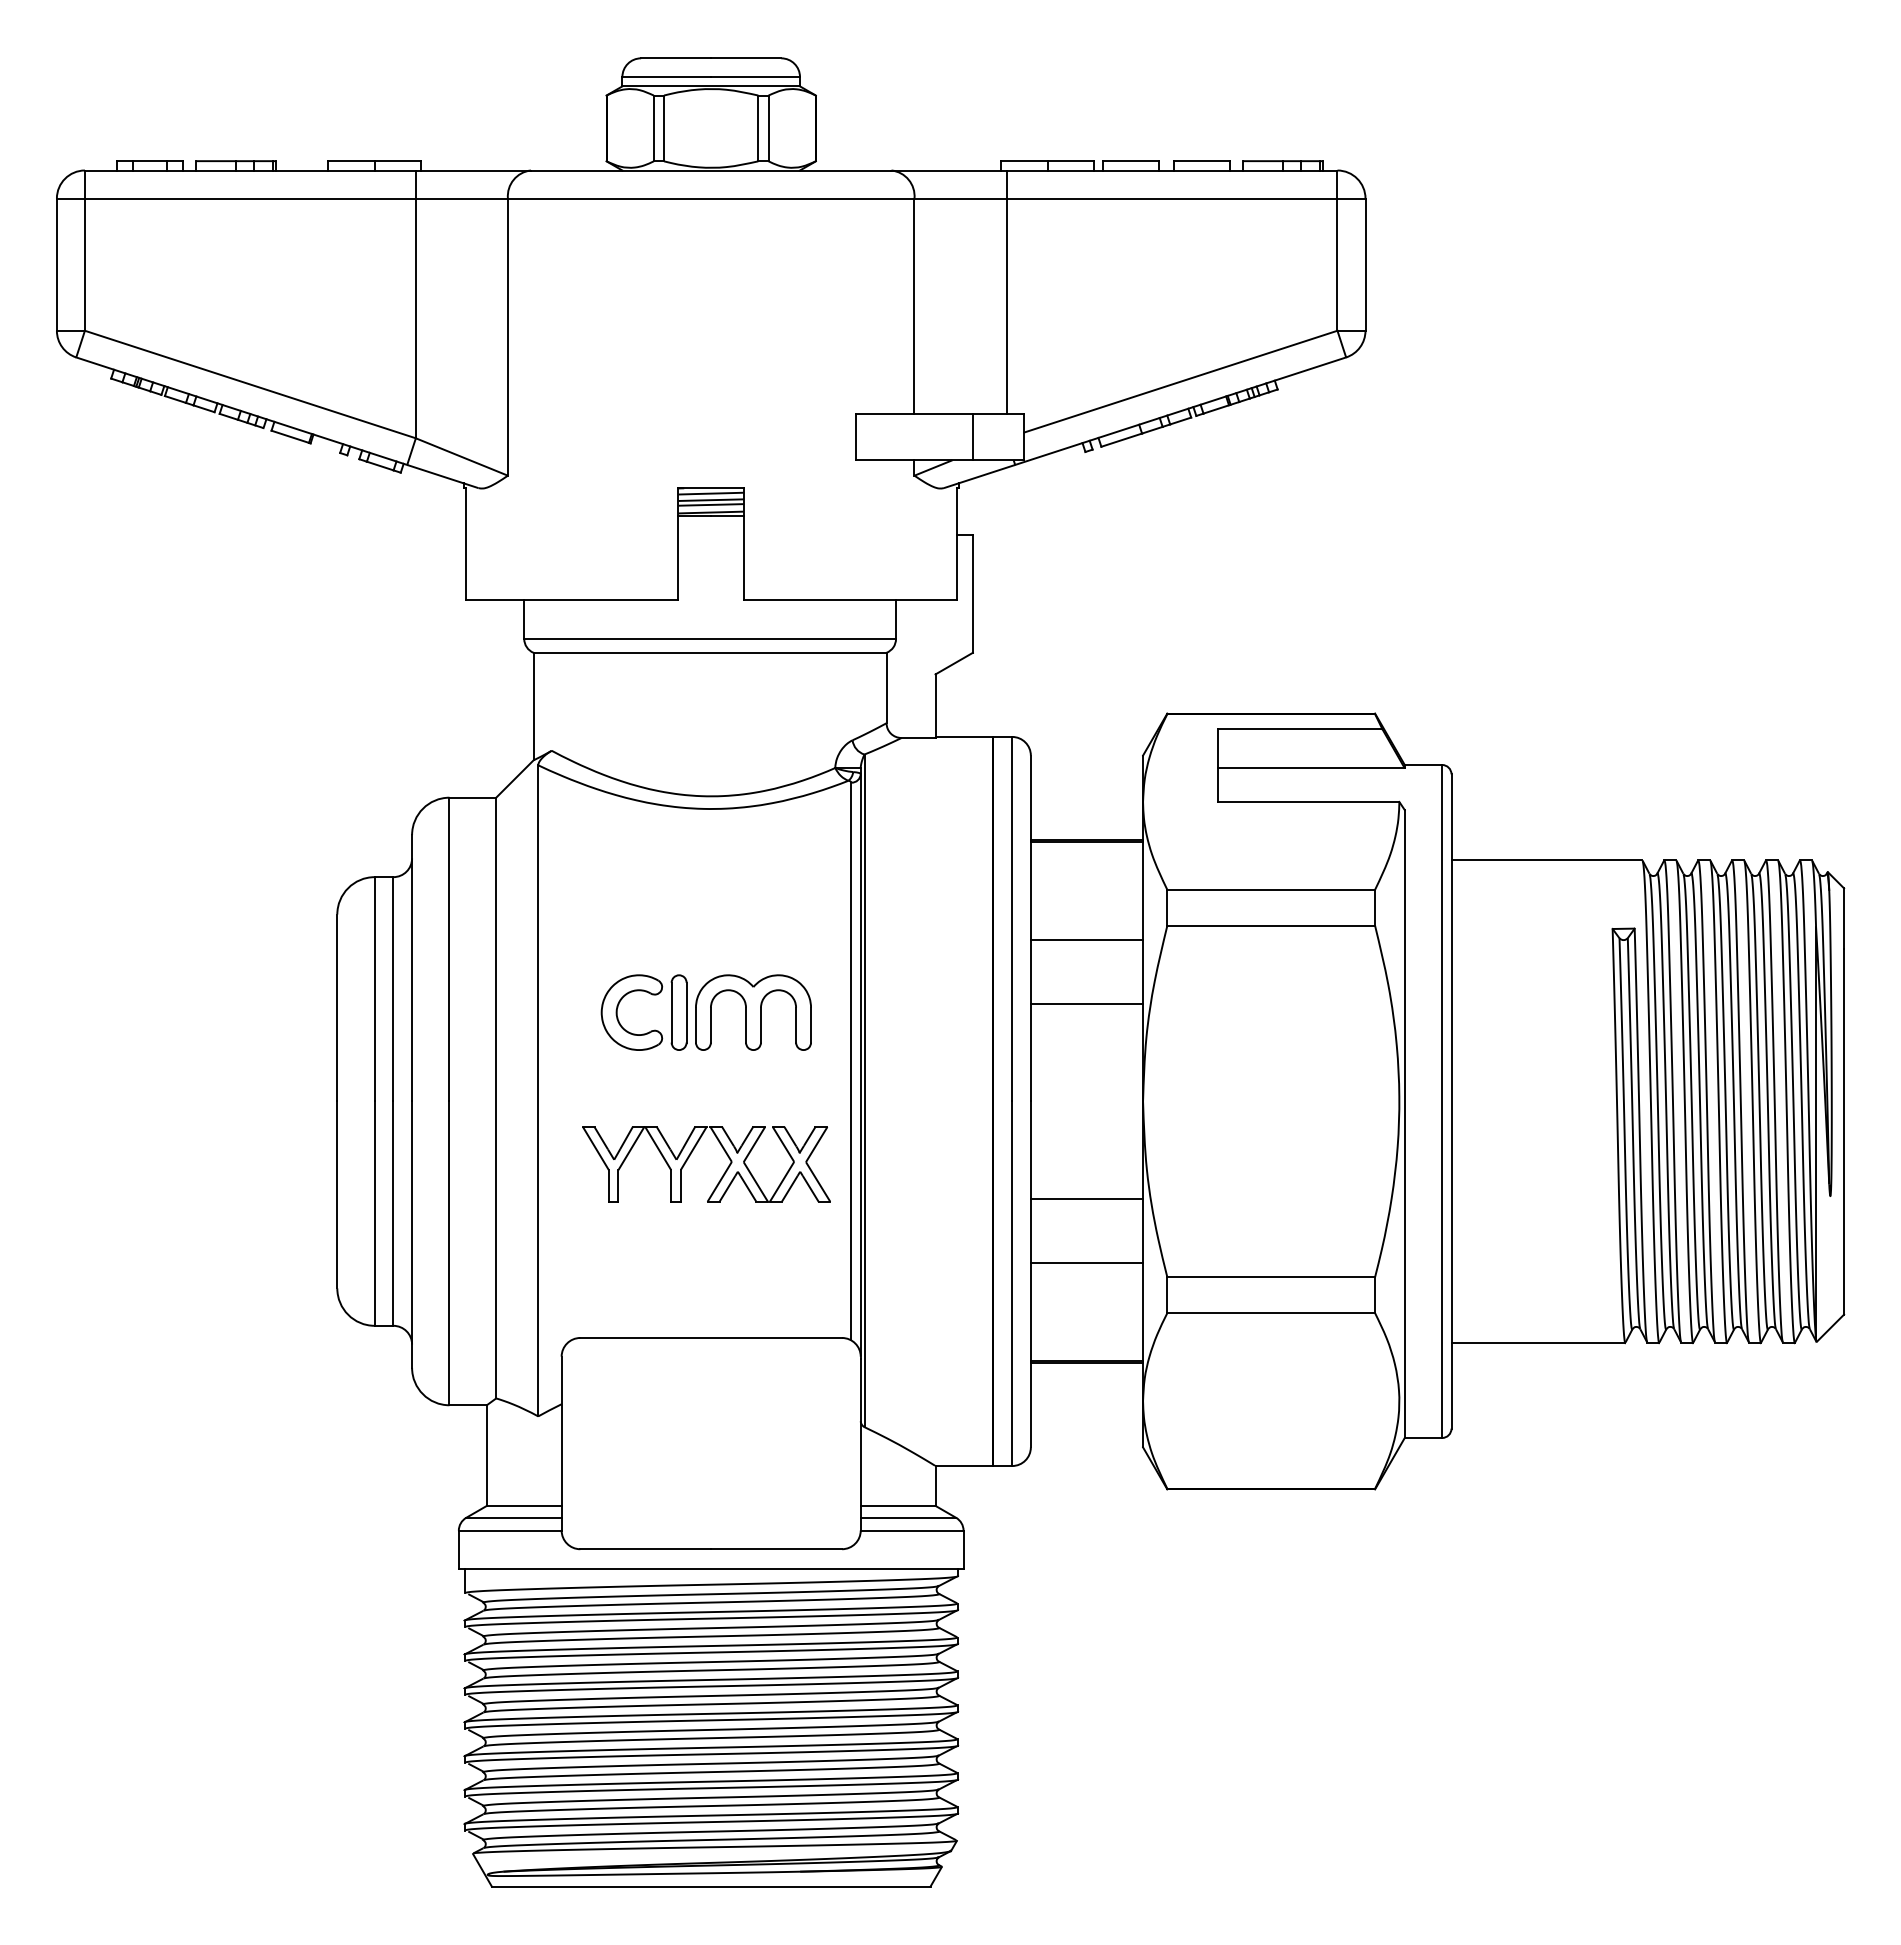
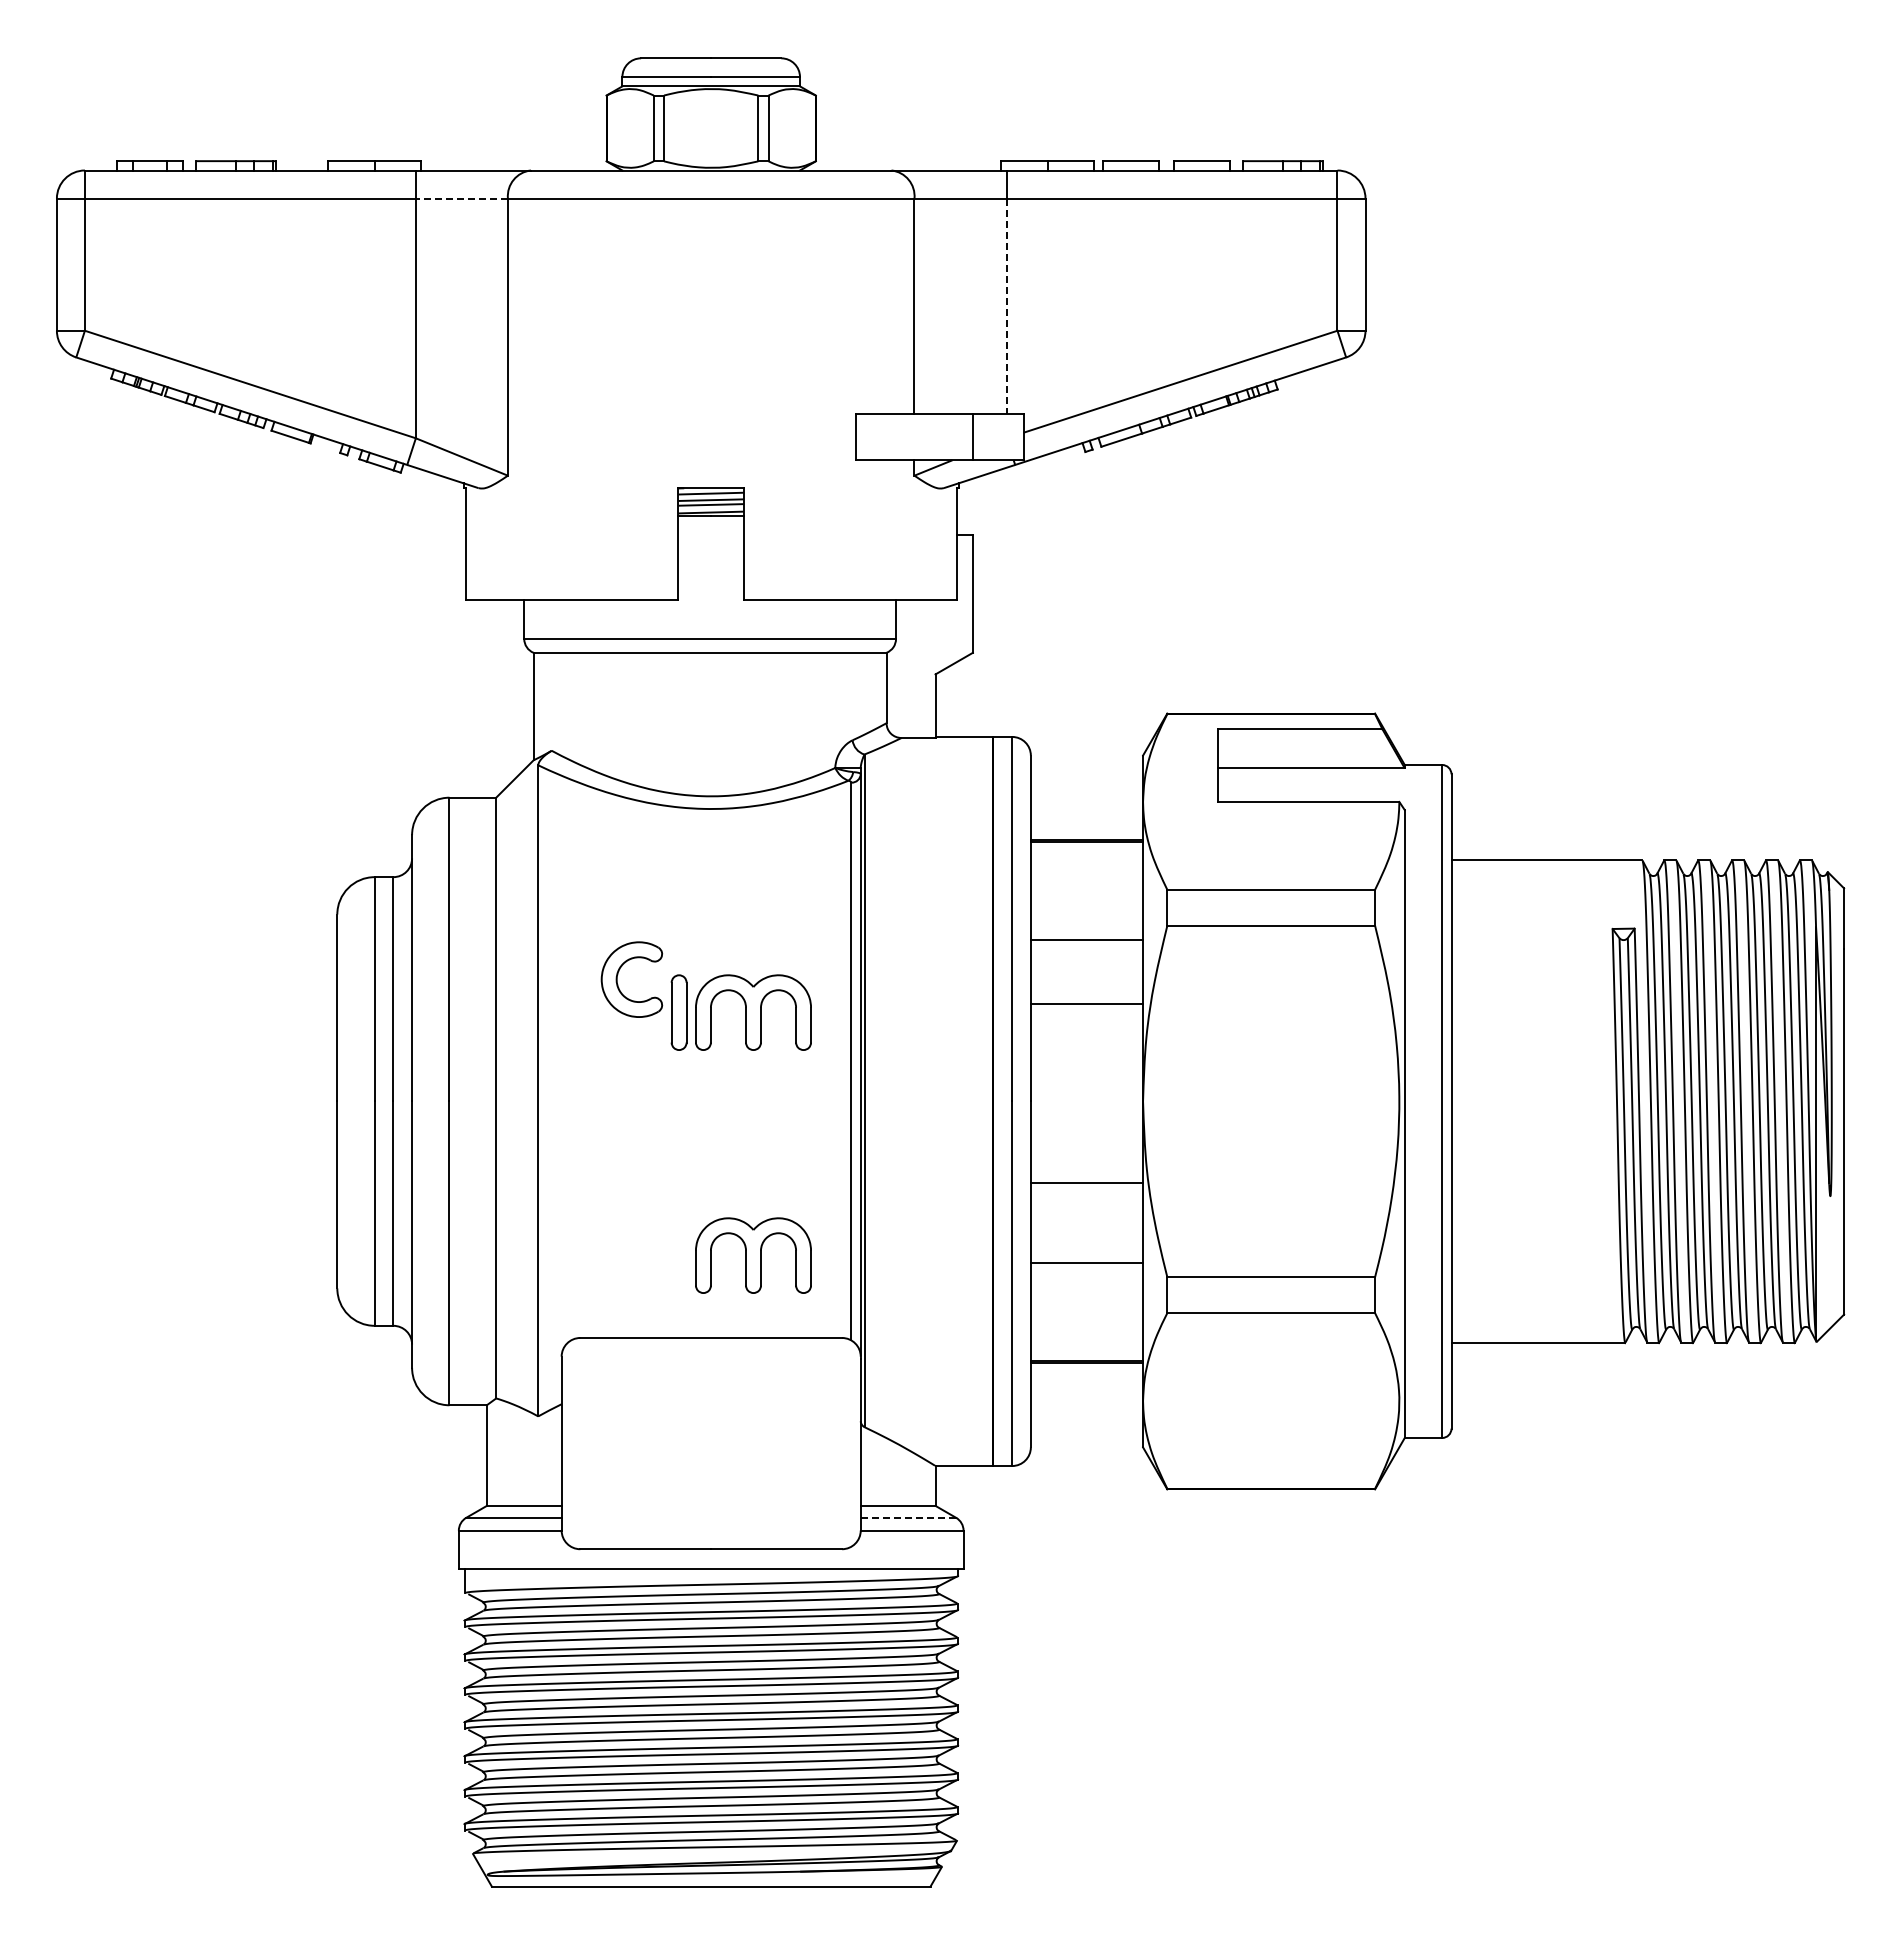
line at (461, 198): solid -> dashed
line at (1006, 306): solid -> dashed
part at (618, 1007) position: (618, 1007) -> (618, 974)
part at (691, 1154): present -> none
line at (1086, 1198) position: (1086, 1198) -> (1086, 1182)
part at (753, 1255): none -> present
line at (908, 1517): solid -> dashed
